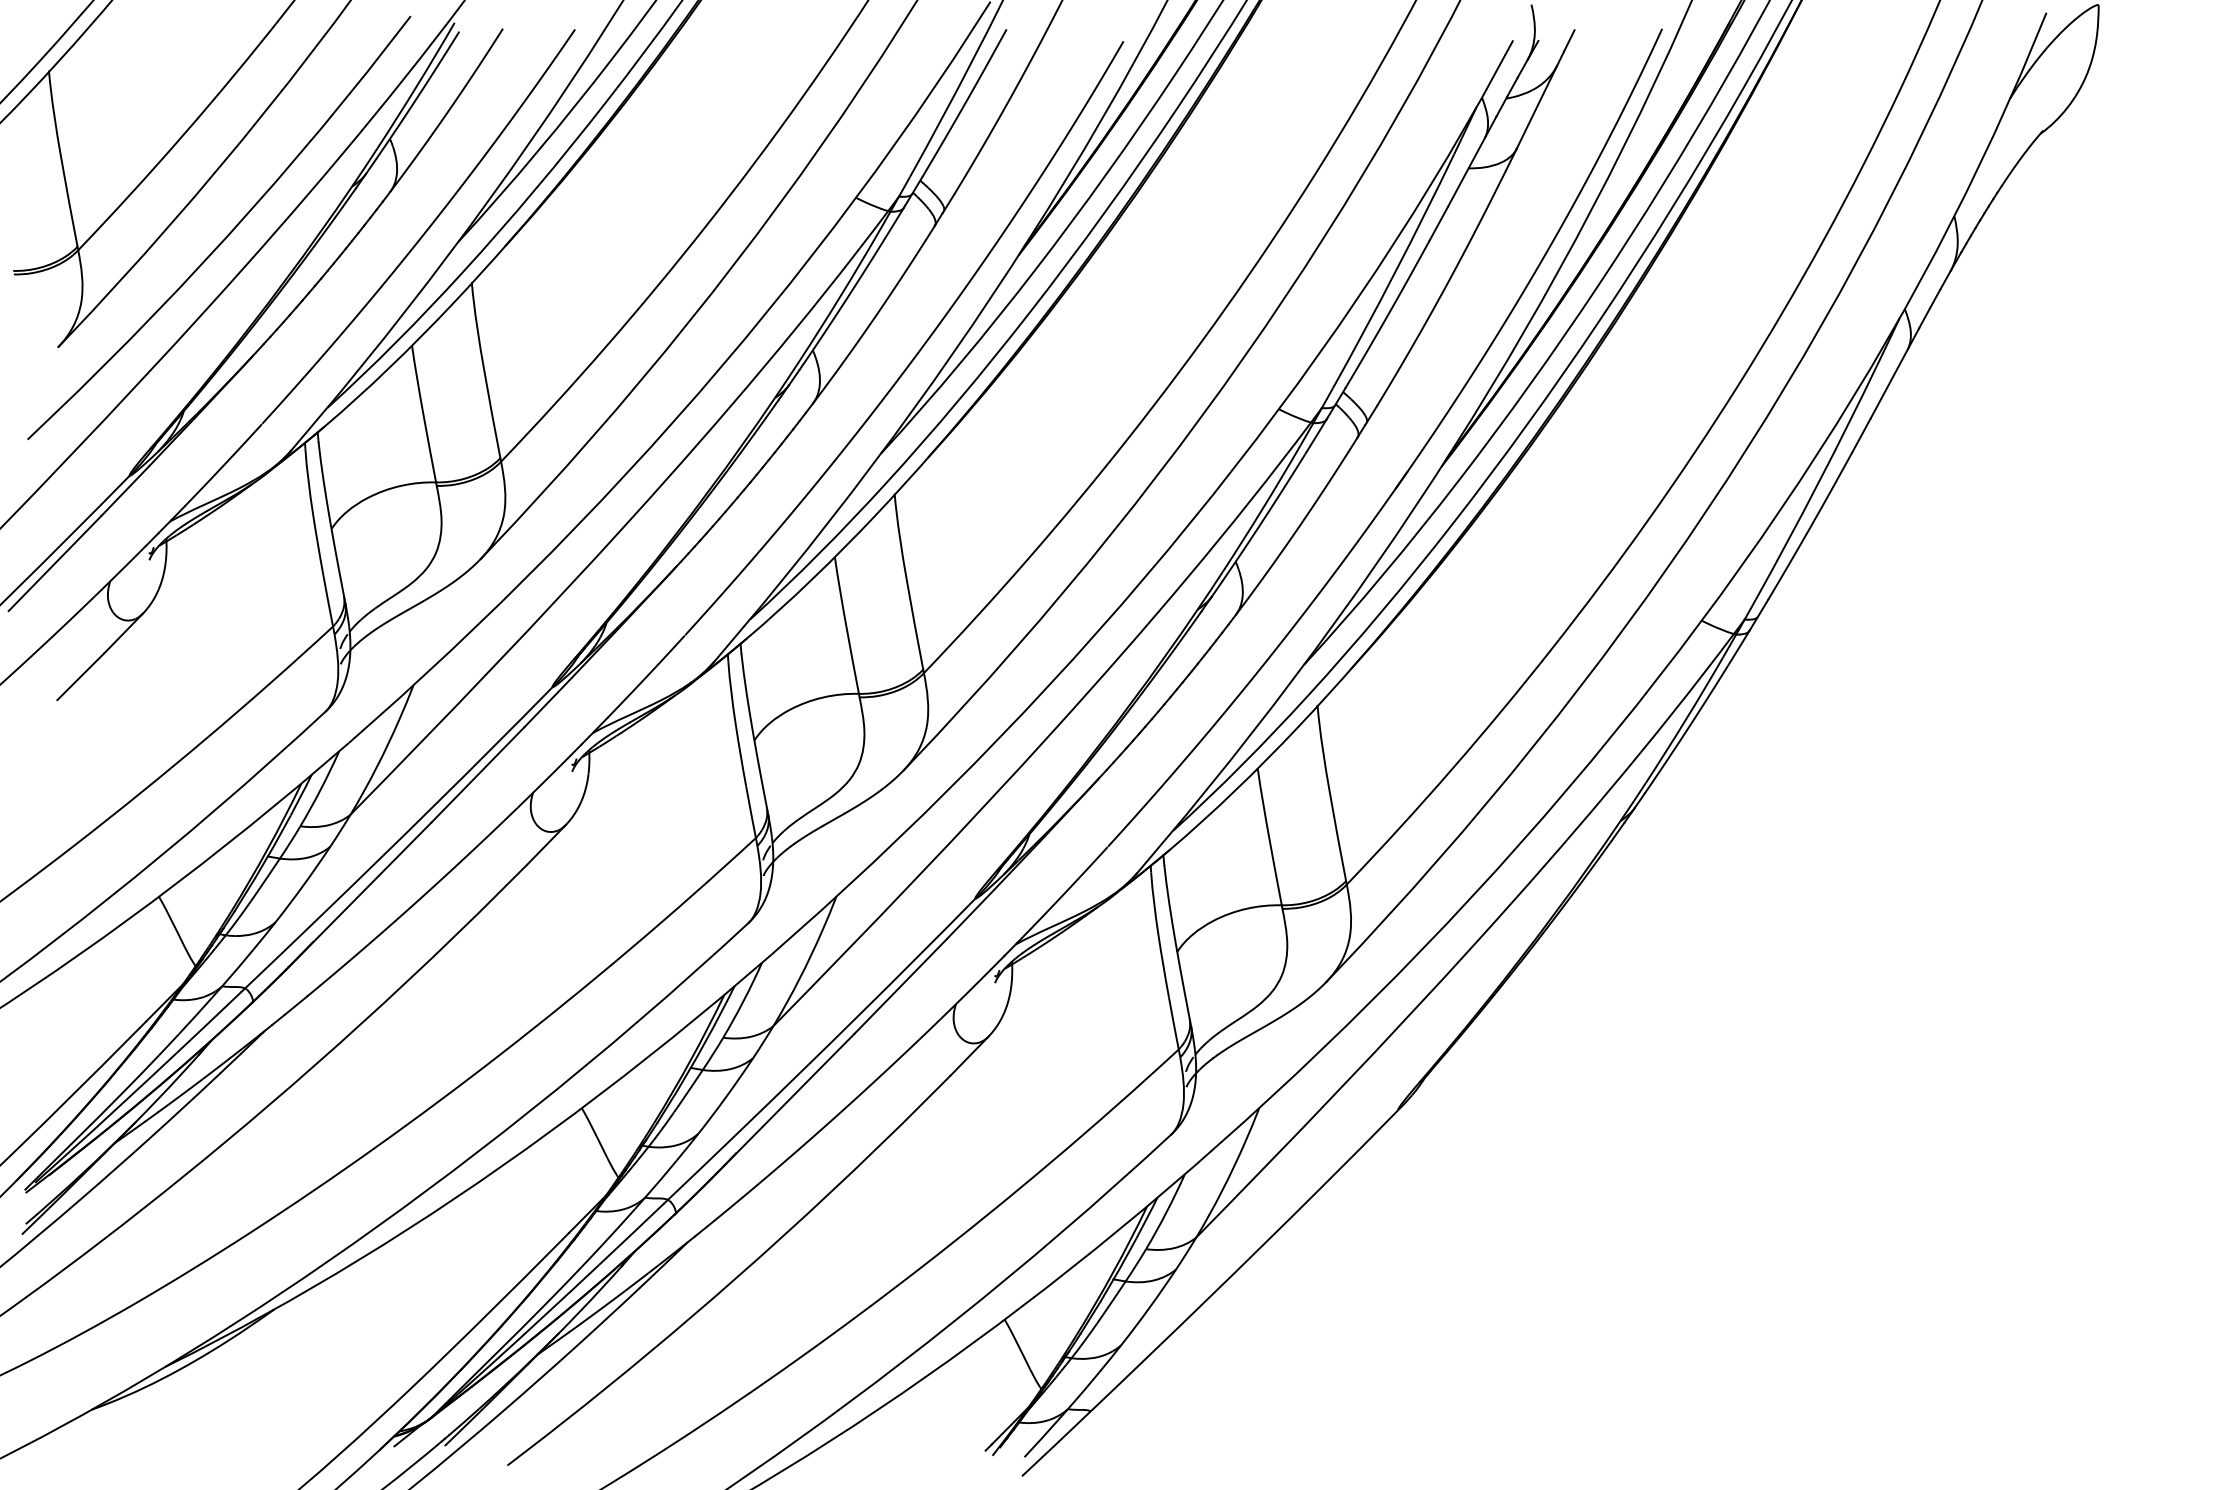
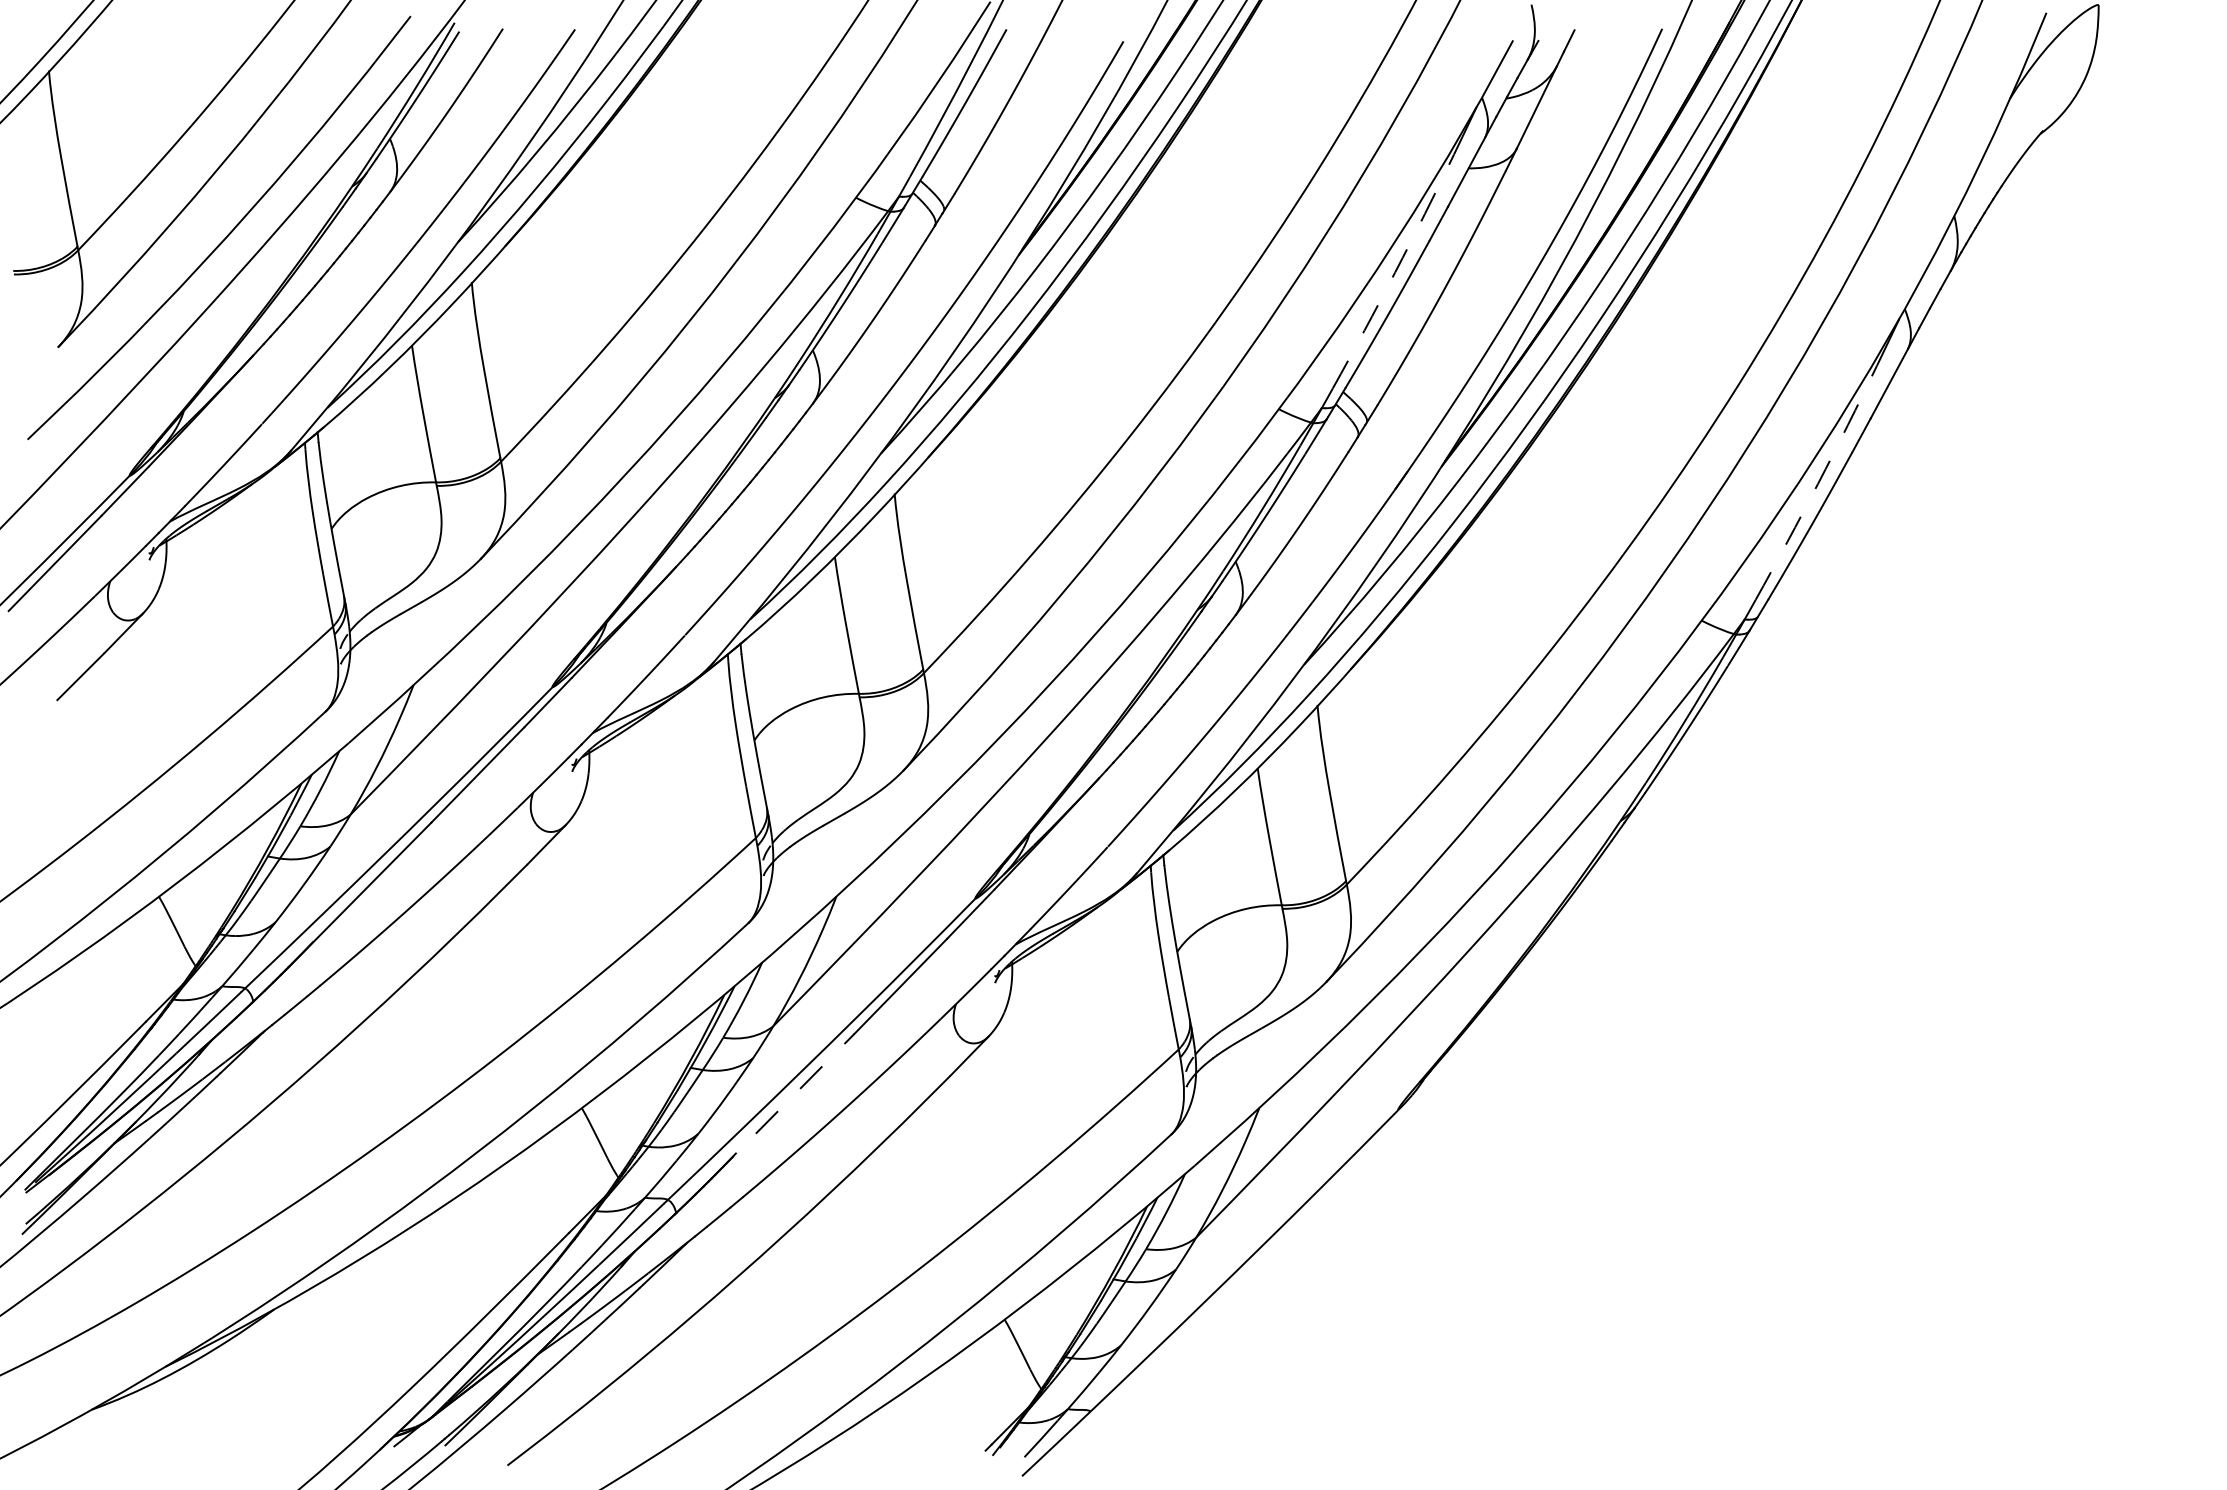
arc at (1395, 272): solid -> dashed
arc at (1818, 483): solid -> dashed
line at (783, 1106): solid -> dashed
